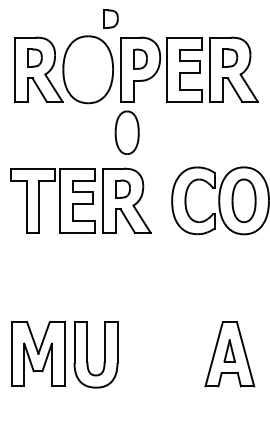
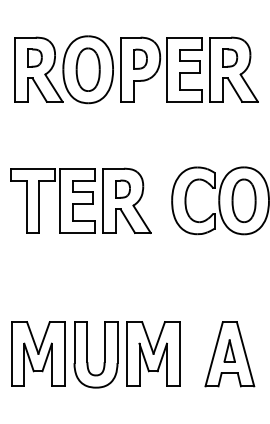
part at (110, 18): present -> none
part at (126, 132) position: (126, 132) -> (87, 69)
part at (153, 353): none -> present
